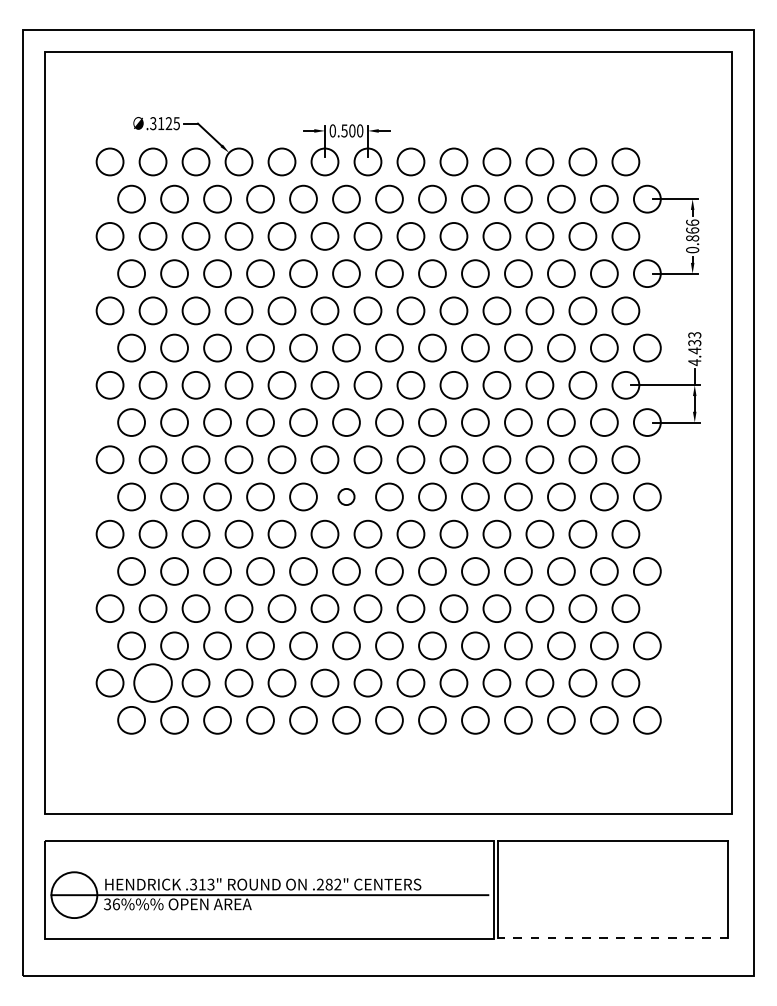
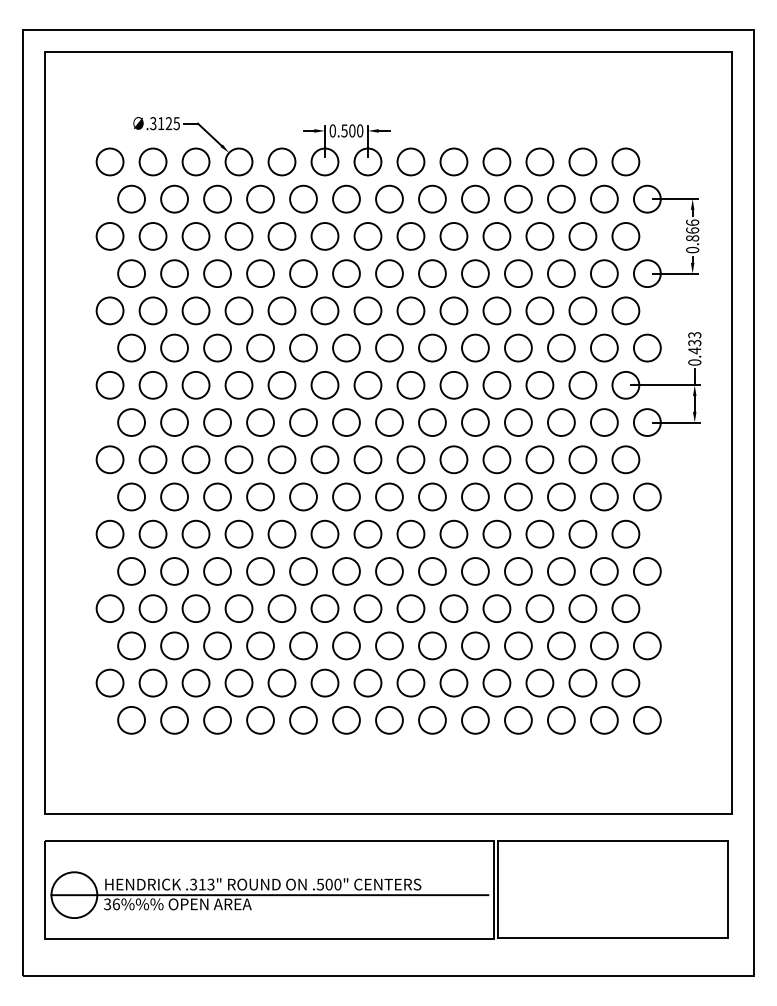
text at (694, 362): 4.433 -> 0.433
circle at (346, 496) size: 19x18 px -> 29x30 px
circle at (152, 682) diameter: 38 px -> 27 px
text at (329, 884): .282" -> .500"
line at (612, 937): dashed -> solid
